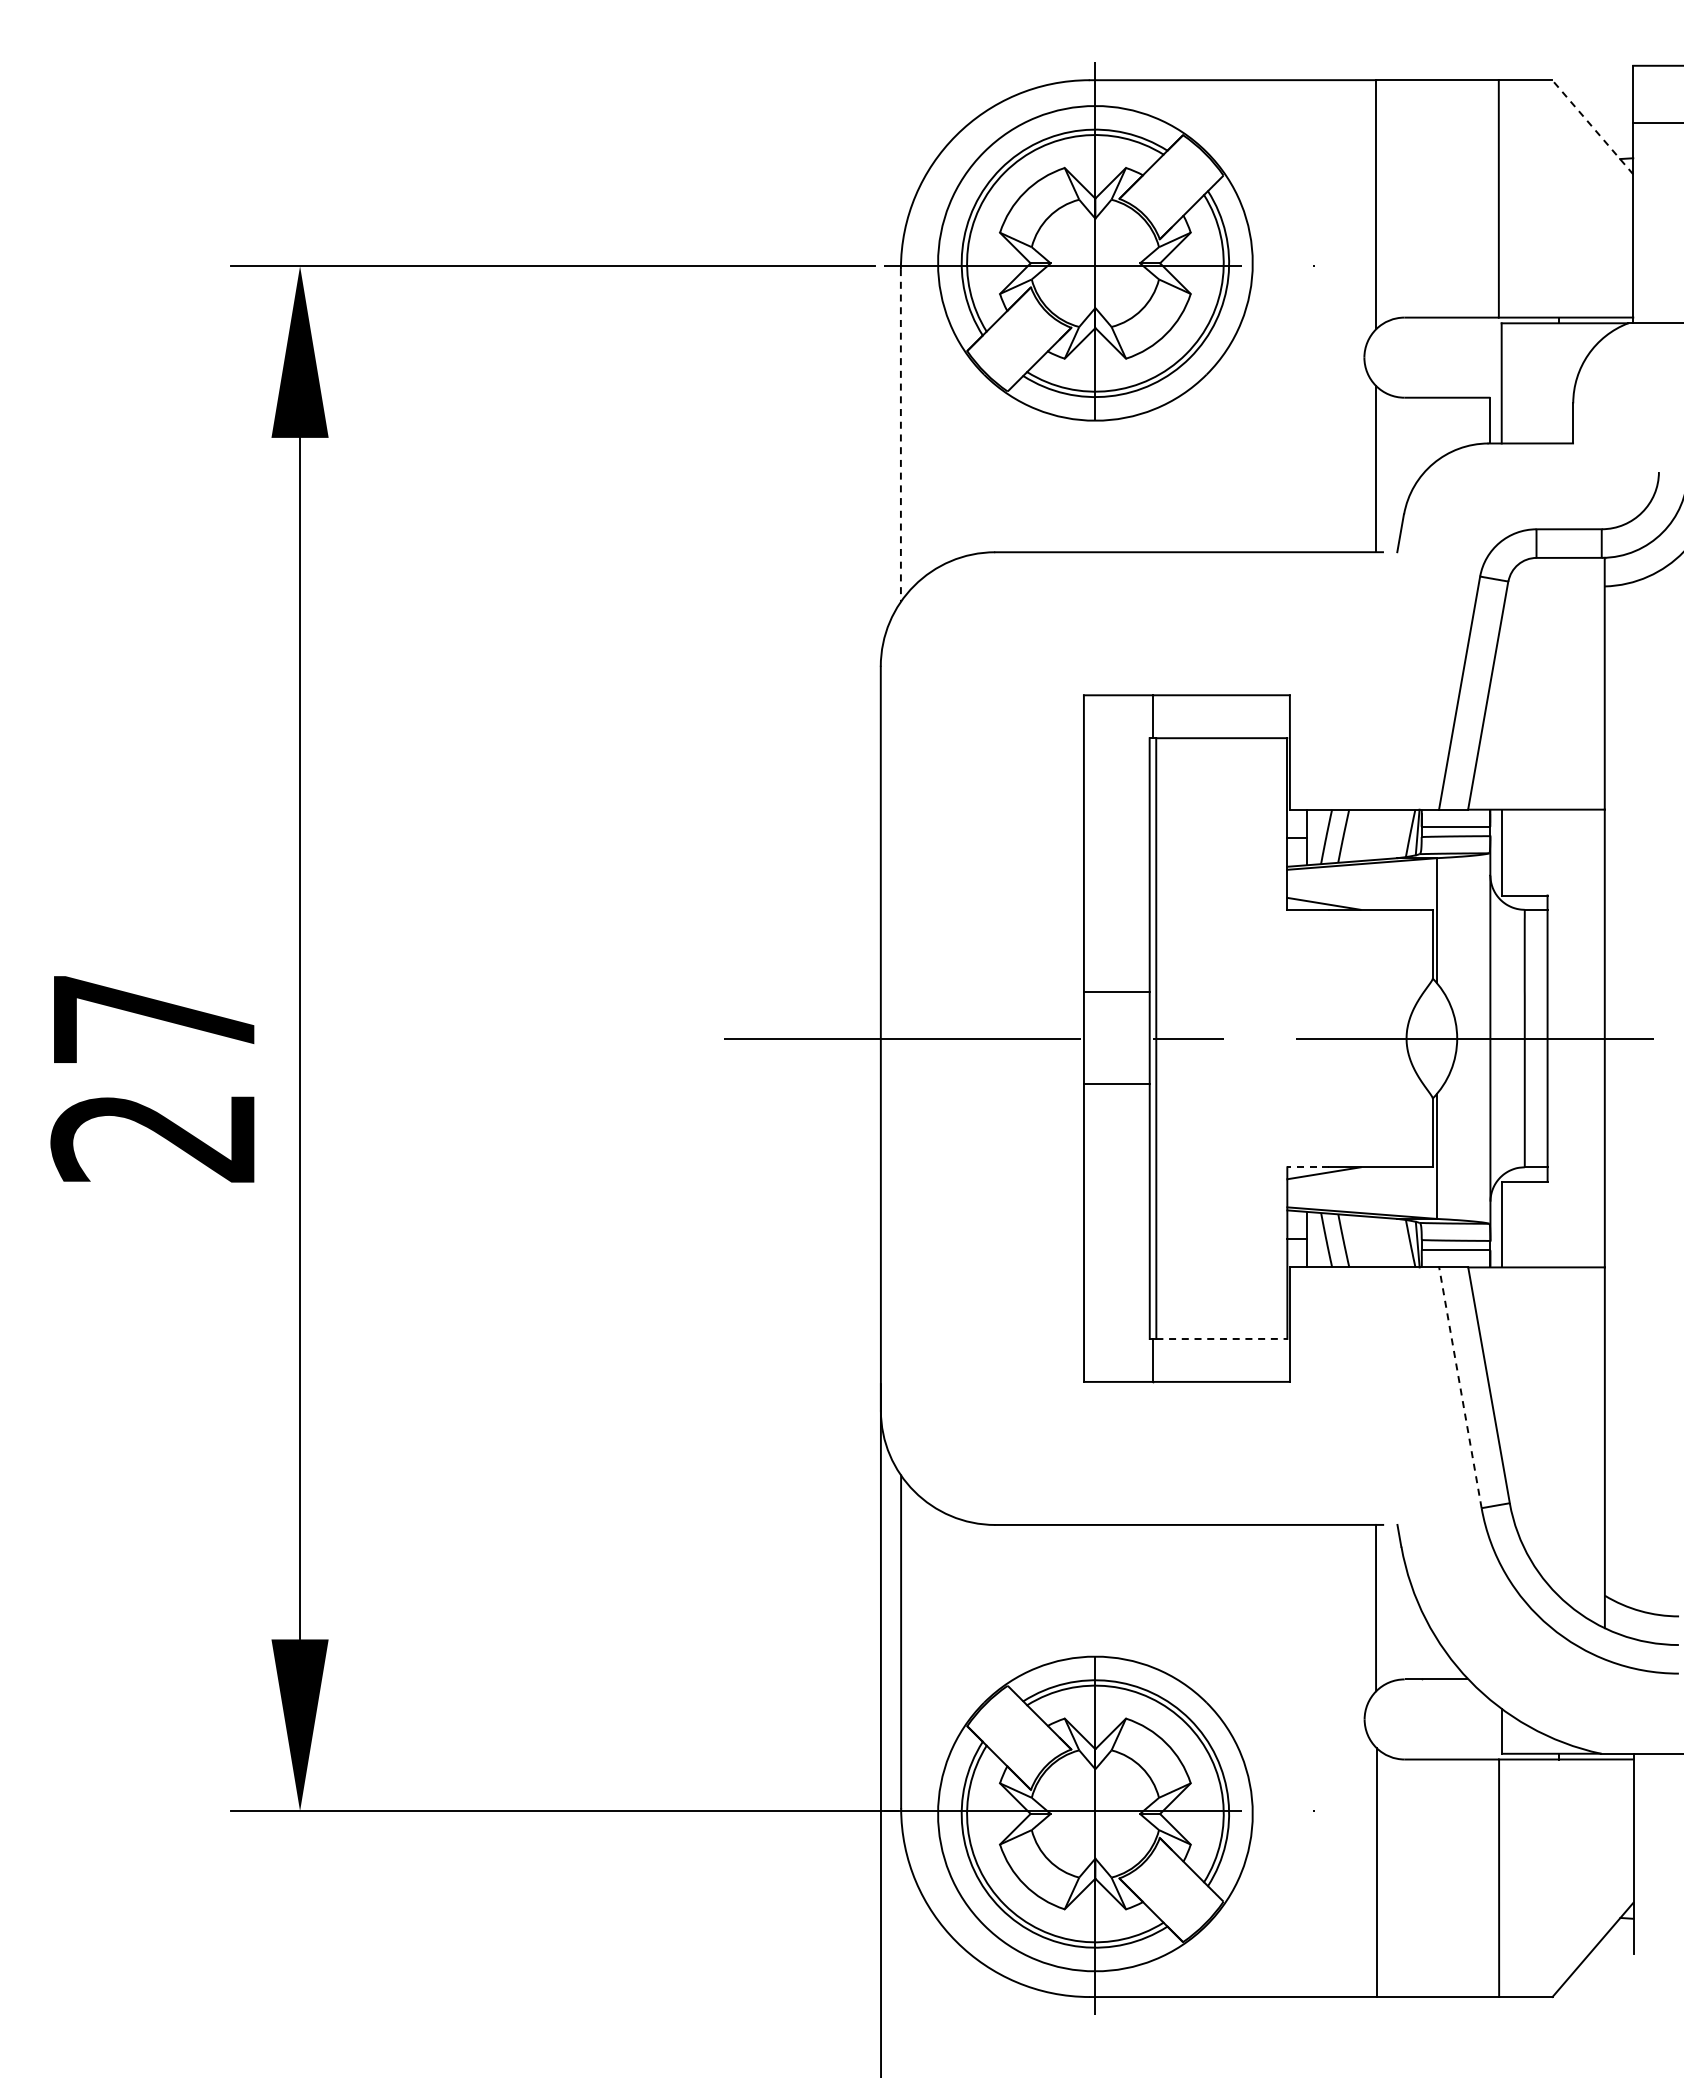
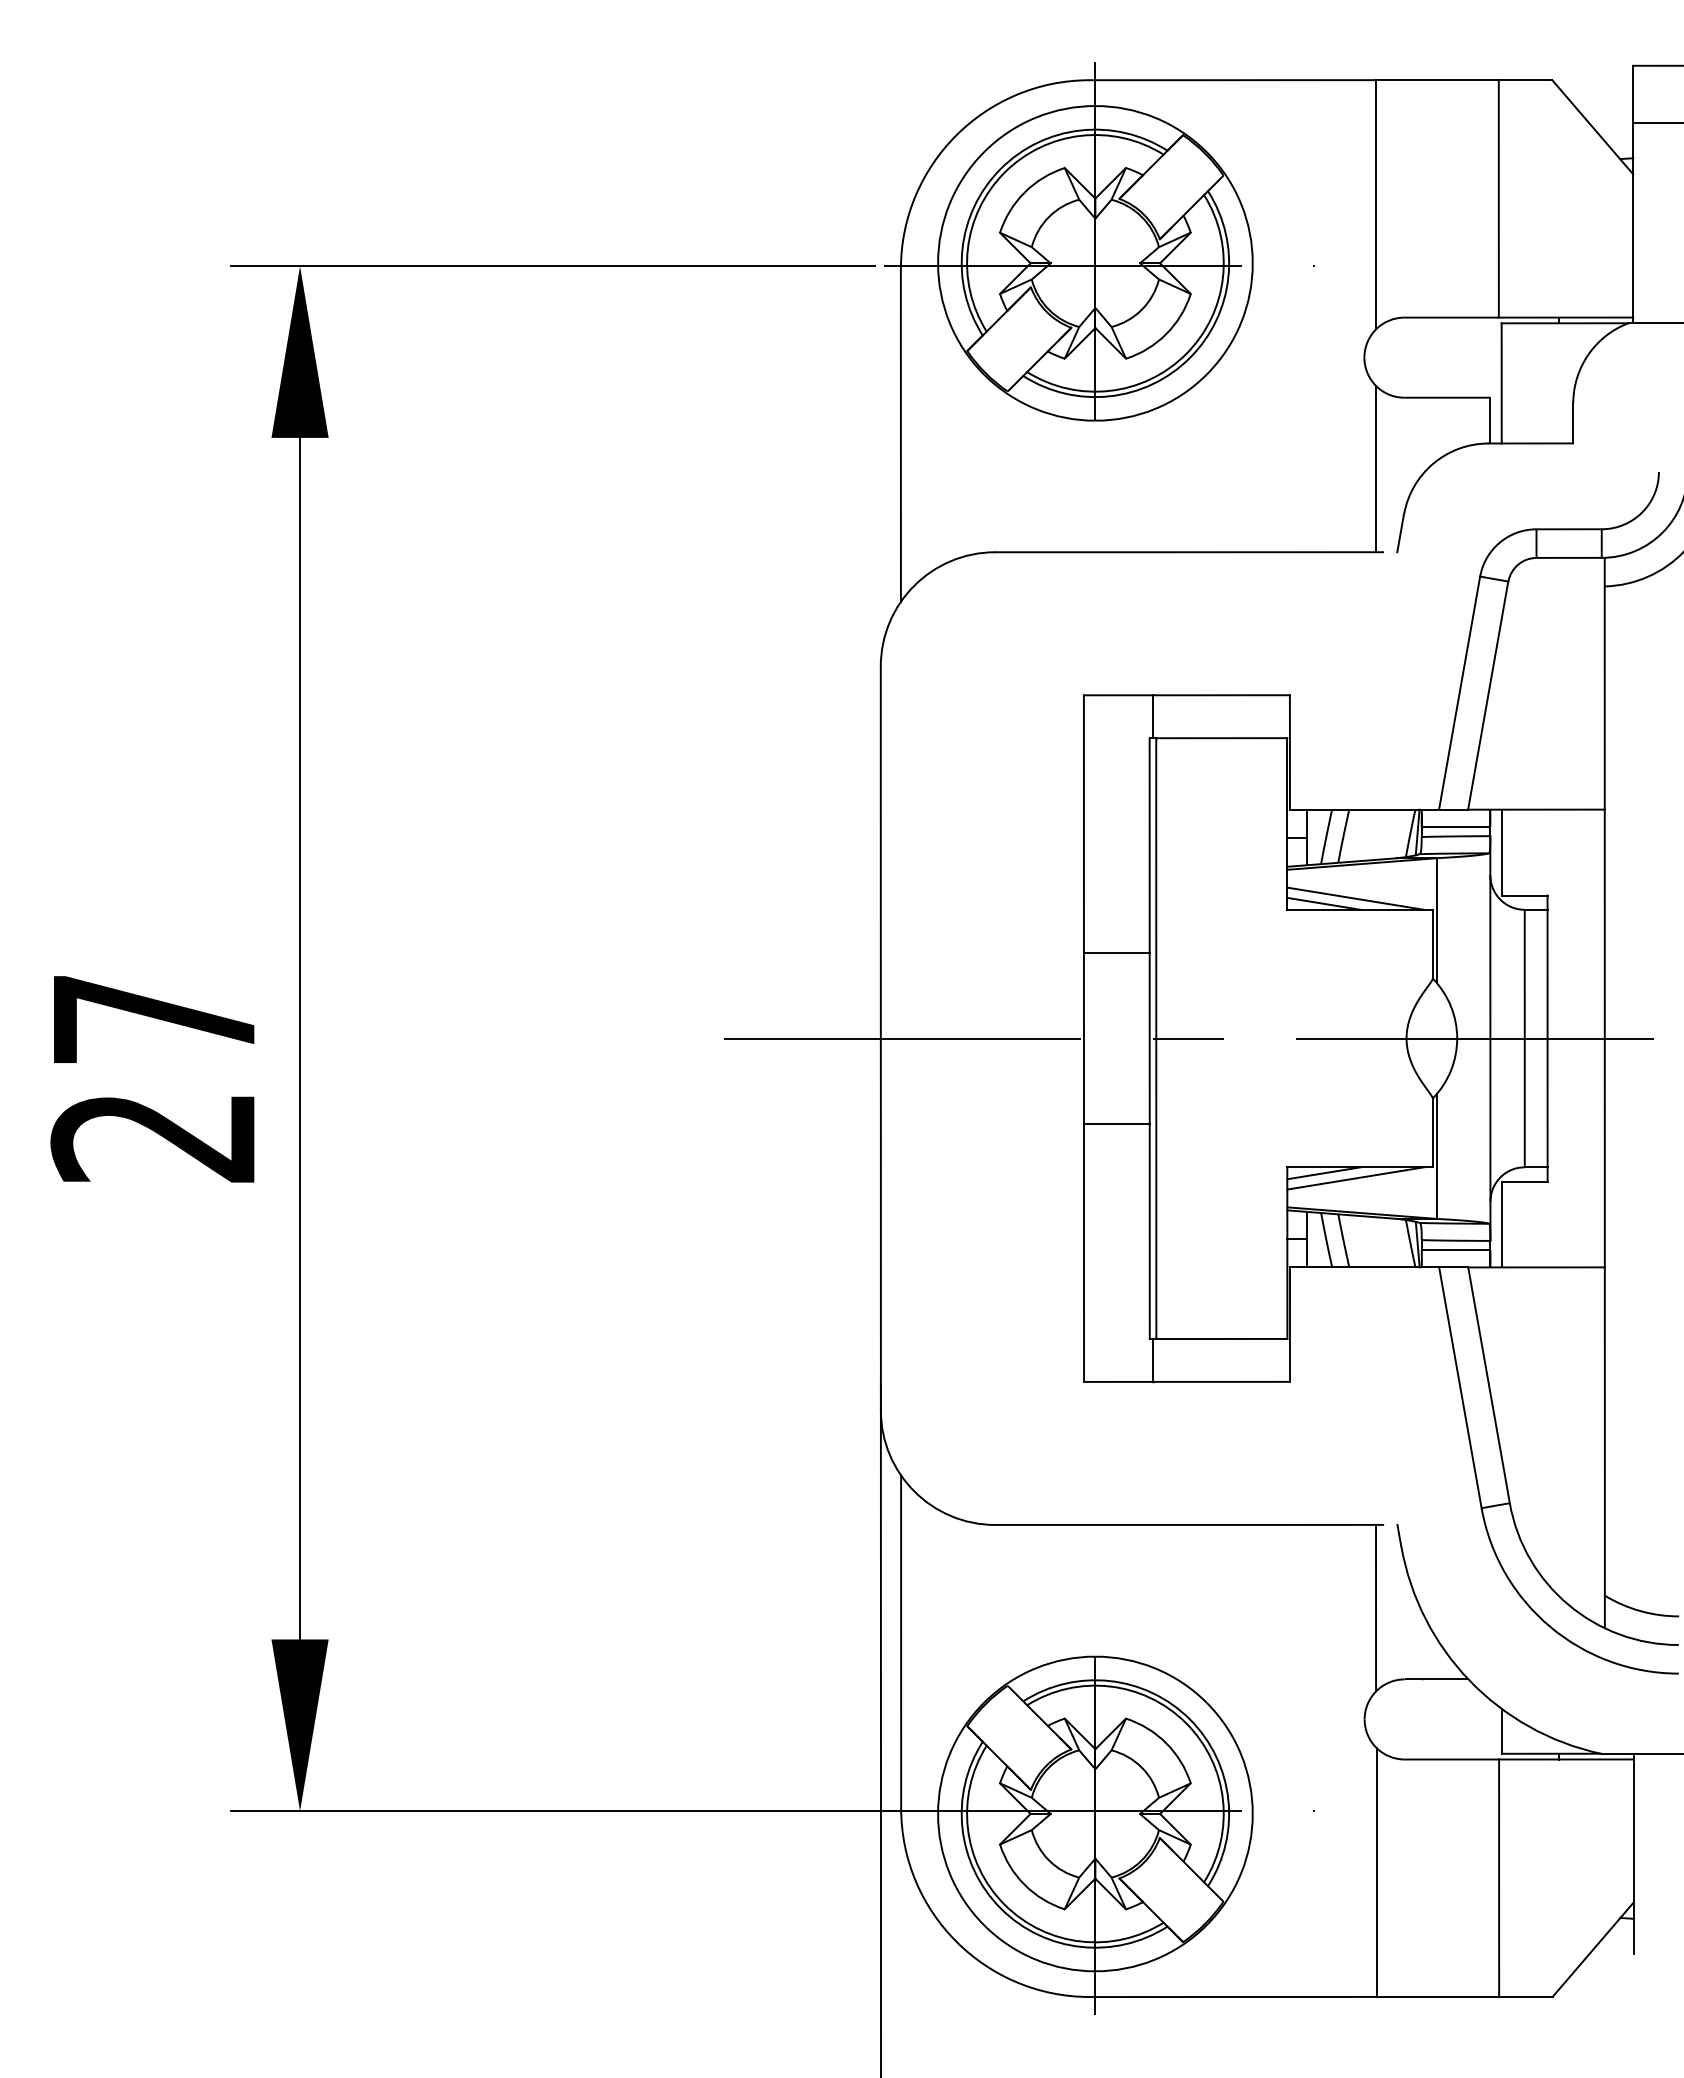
line at (1592, 126): dashed -> solid
line at (900, 435): dashed -> solid
line at (1355, 898): none -> present
line at (1116, 991) position: (1116, 991) -> (1116, 952)
line at (1116, 1084) position: (1116, 1084) -> (1116, 1124)
line at (1308, 1167): dashed -> solid
line at (1355, 1178): none -> present
line at (1221, 1338): dashed -> solid
line at (1460, 1387): dashed -> solid
